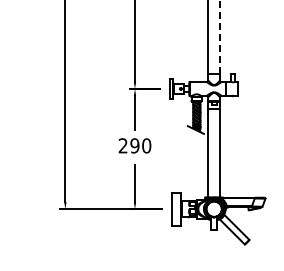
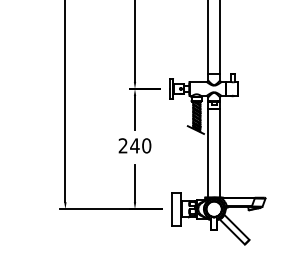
line at (220, 37): dashed -> solid
text at (134, 145): 290 -> 240
